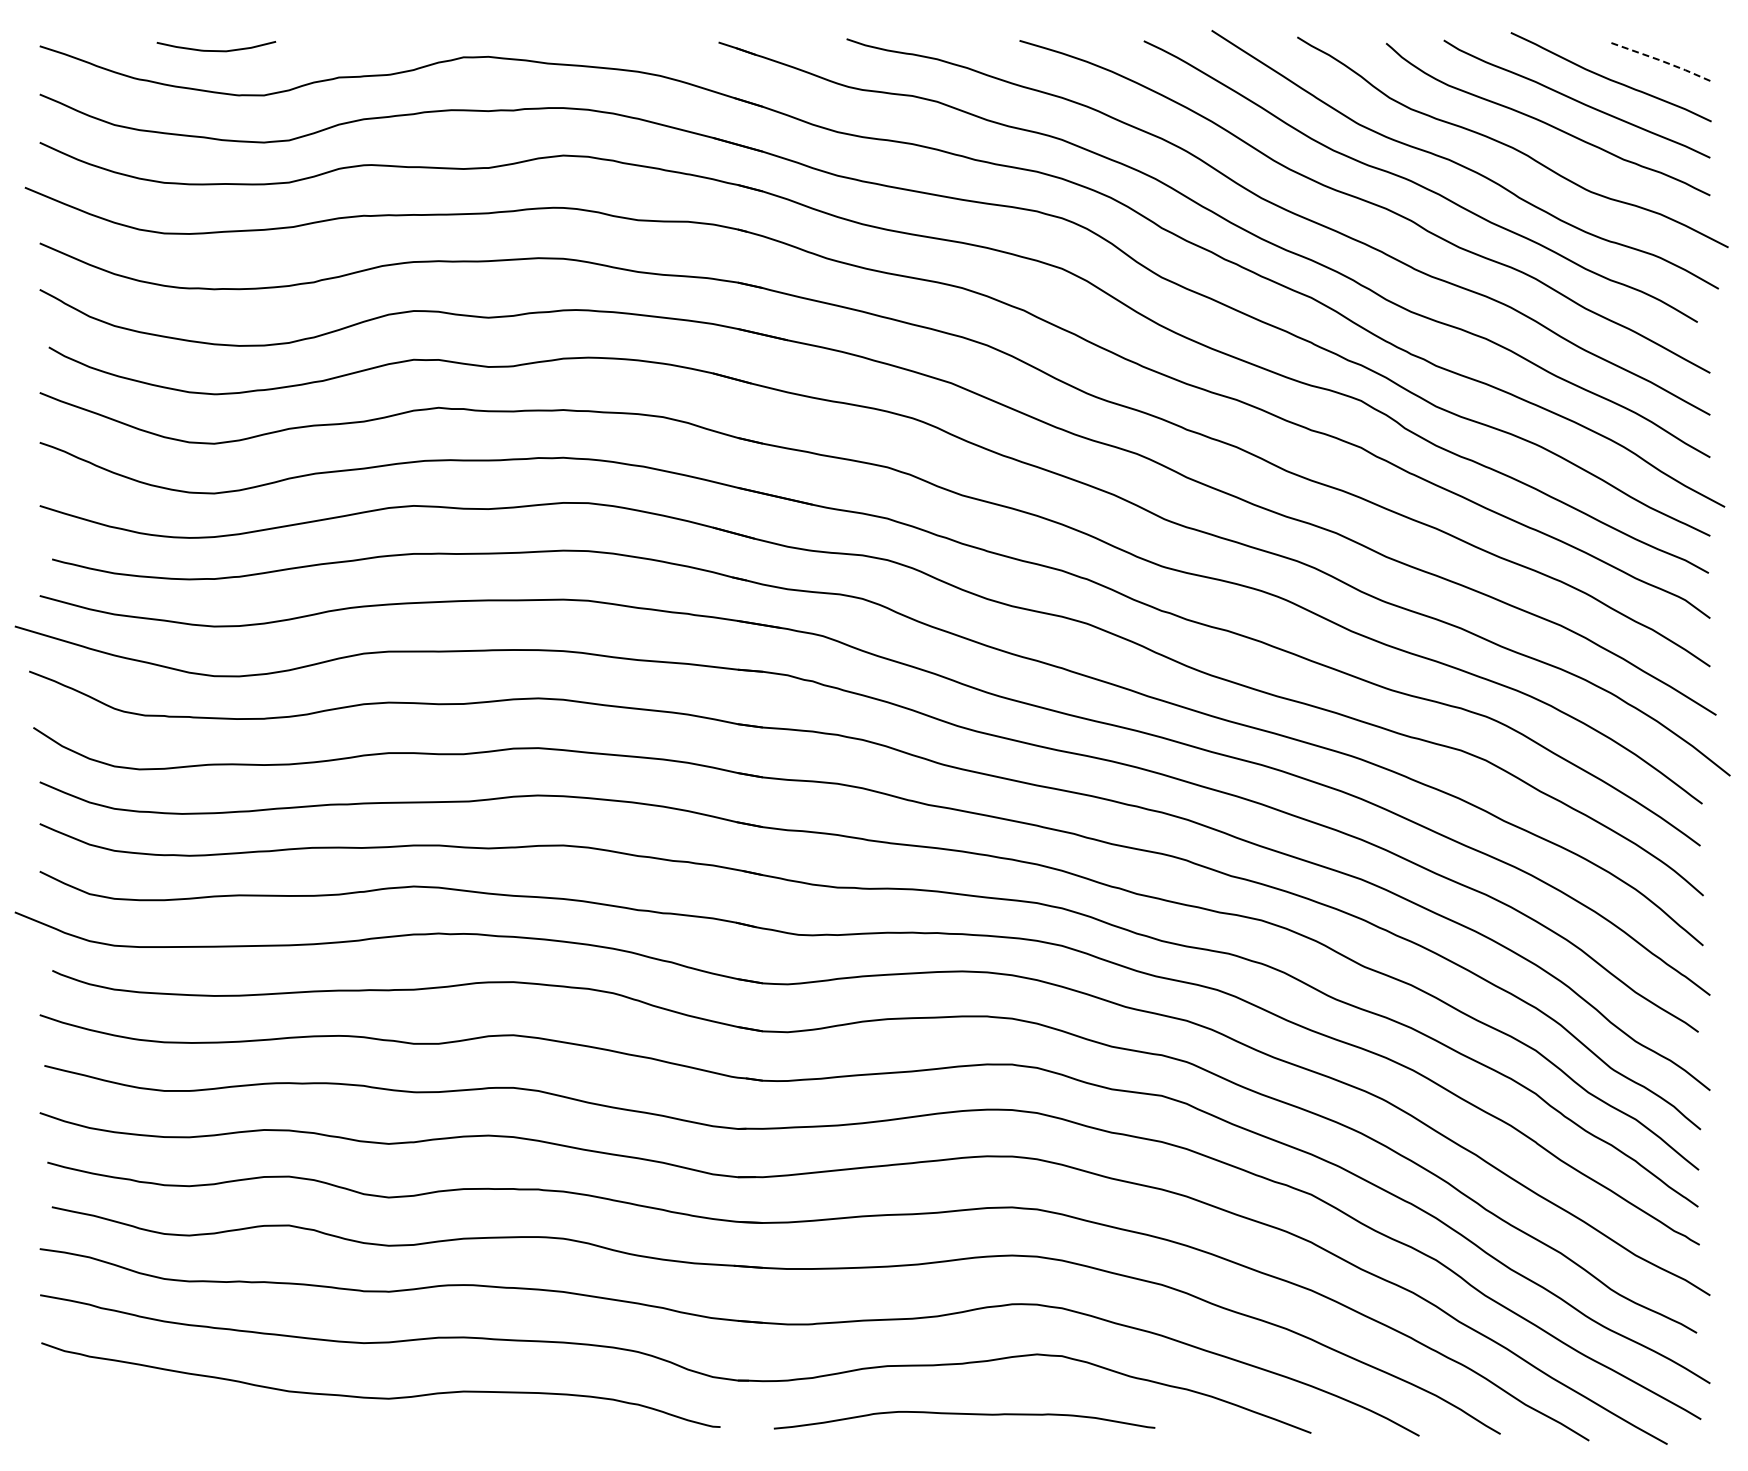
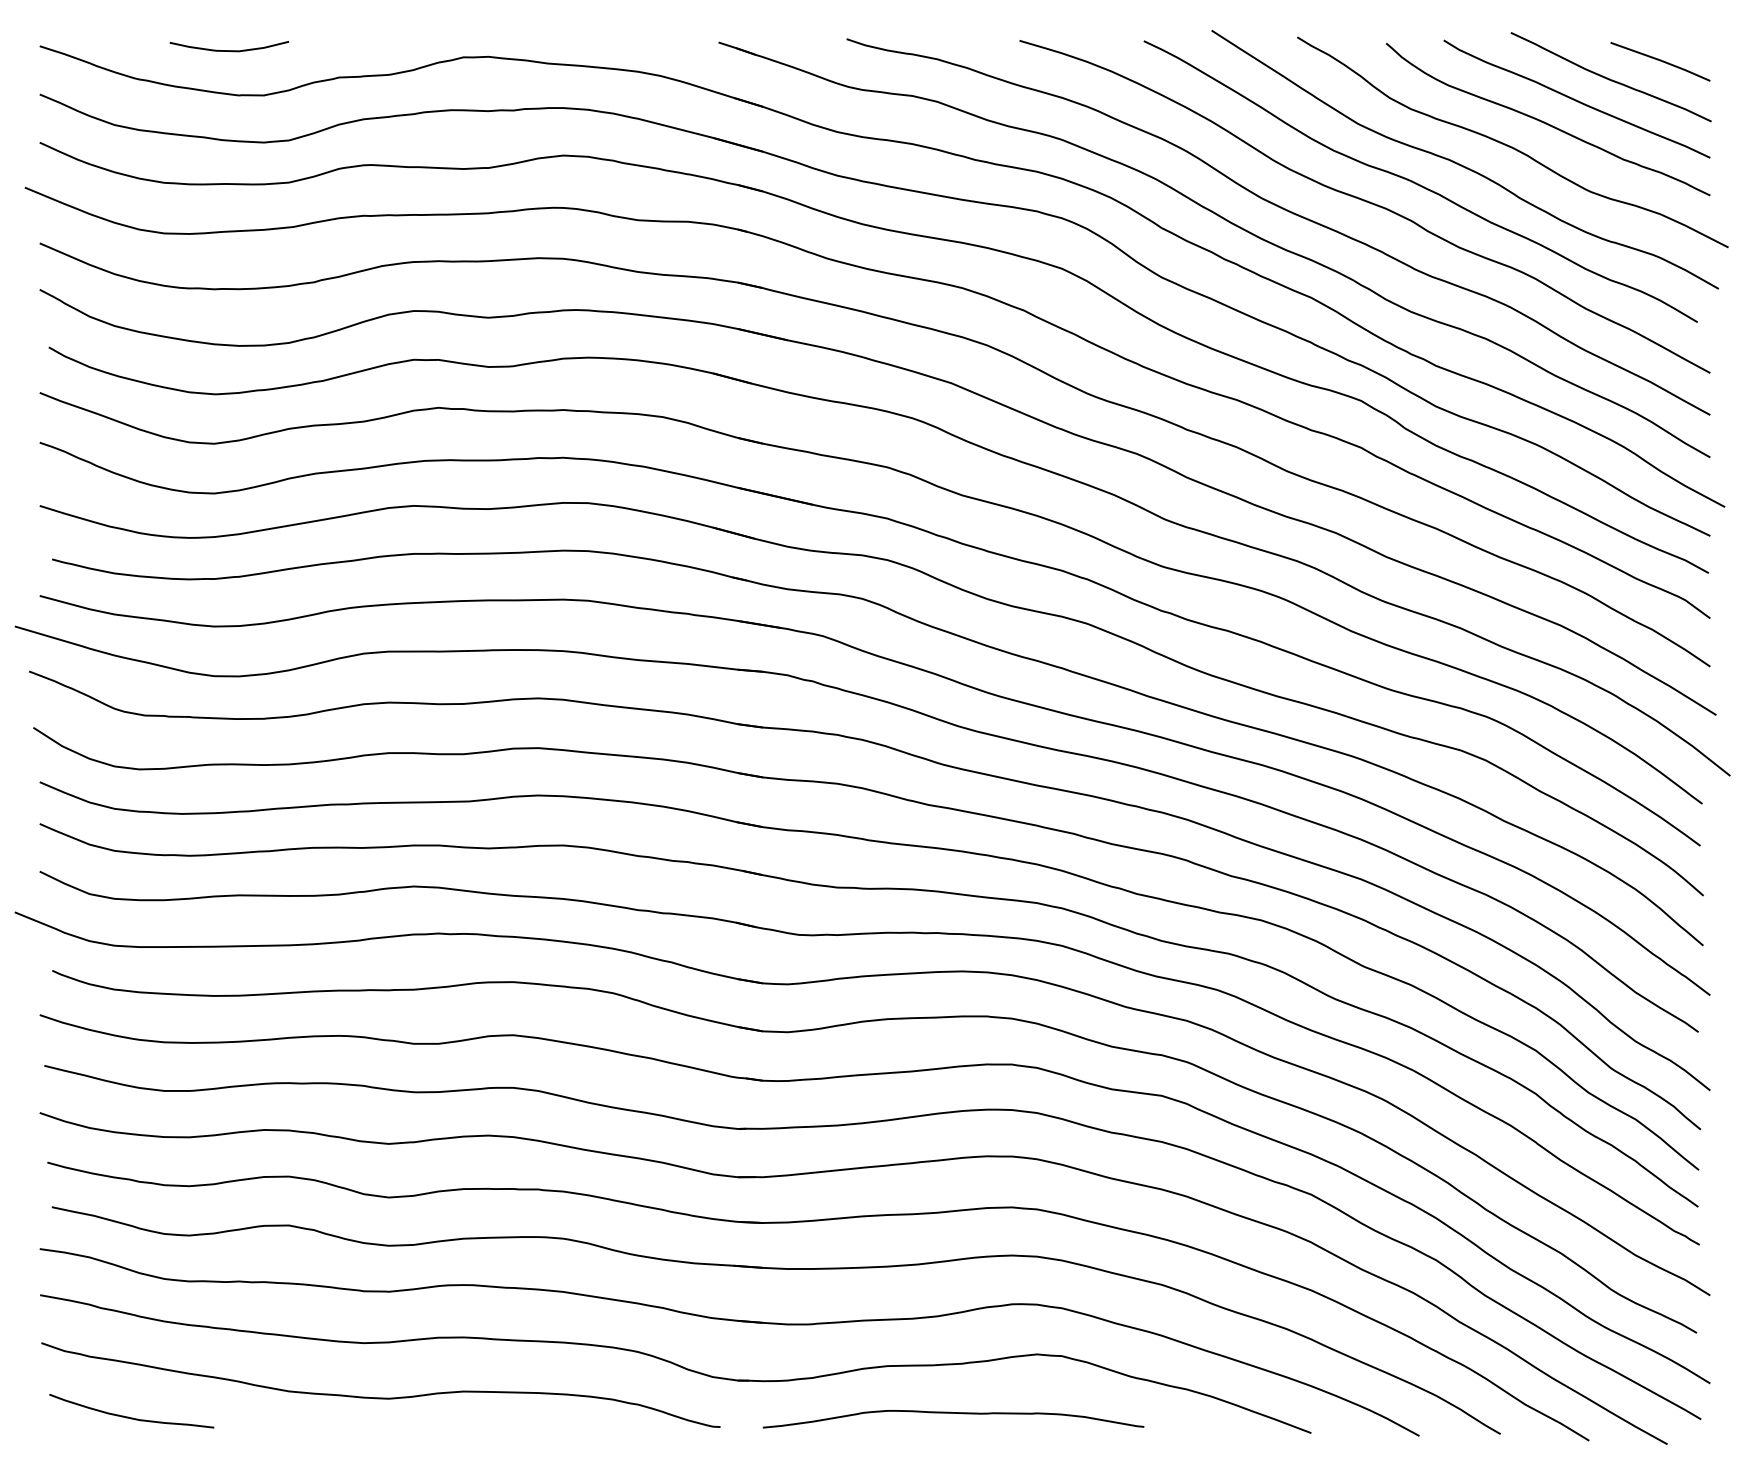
curve at (216, 50) position: (216, 50) -> (229, 50)
line at (1661, 60): dashed -> solid
curve at (964, 1414) position: (964, 1414) -> (953, 1413)
curve at (128, 1416): none -> present
